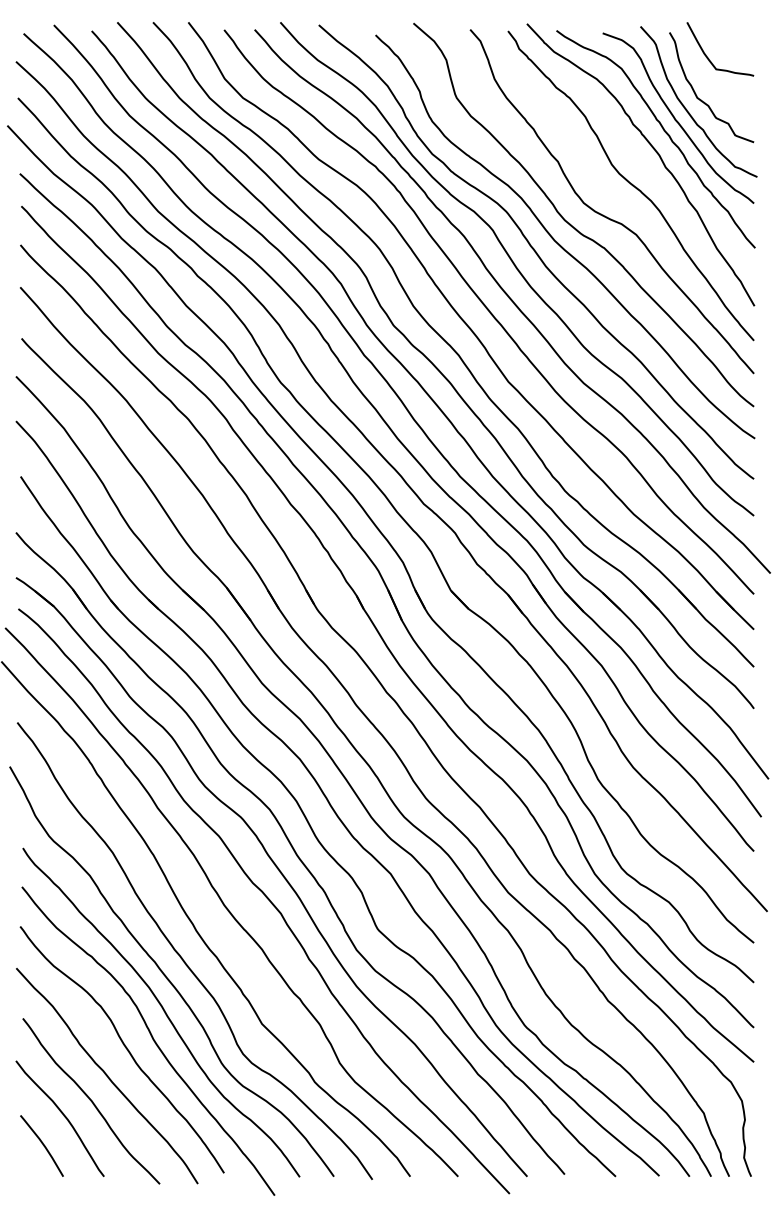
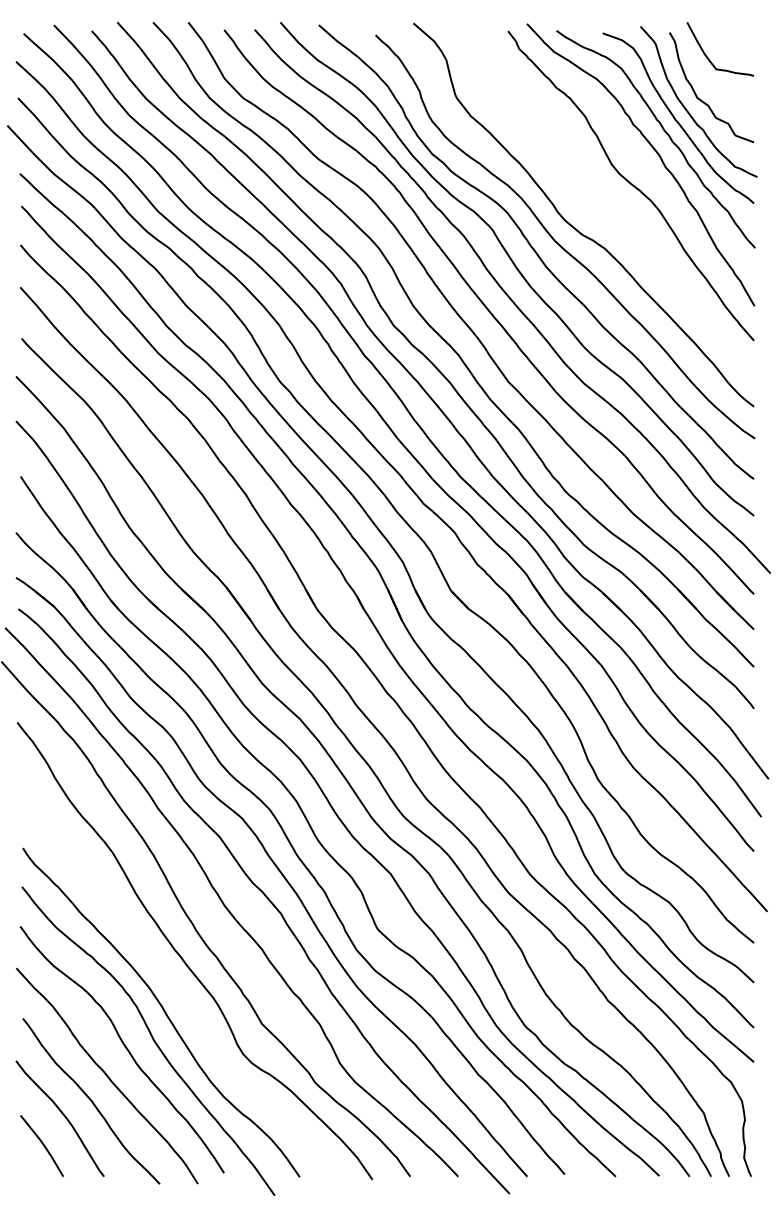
curve at (605, 215): present -> none
curve at (166, 975): present -> none
